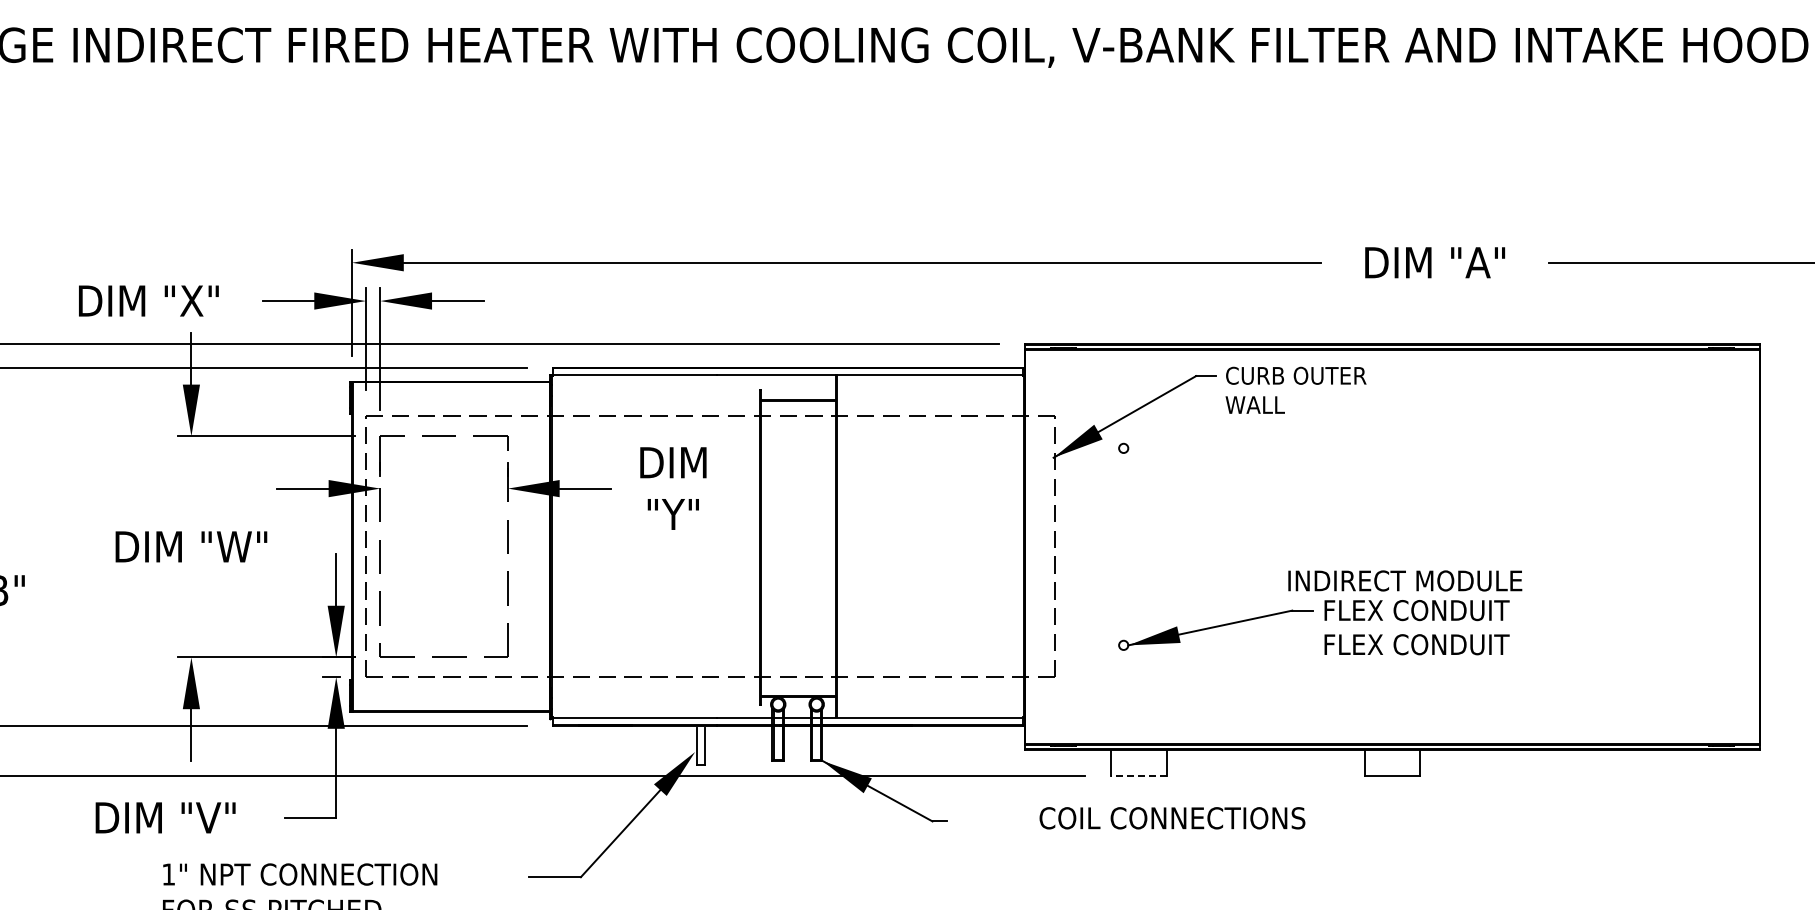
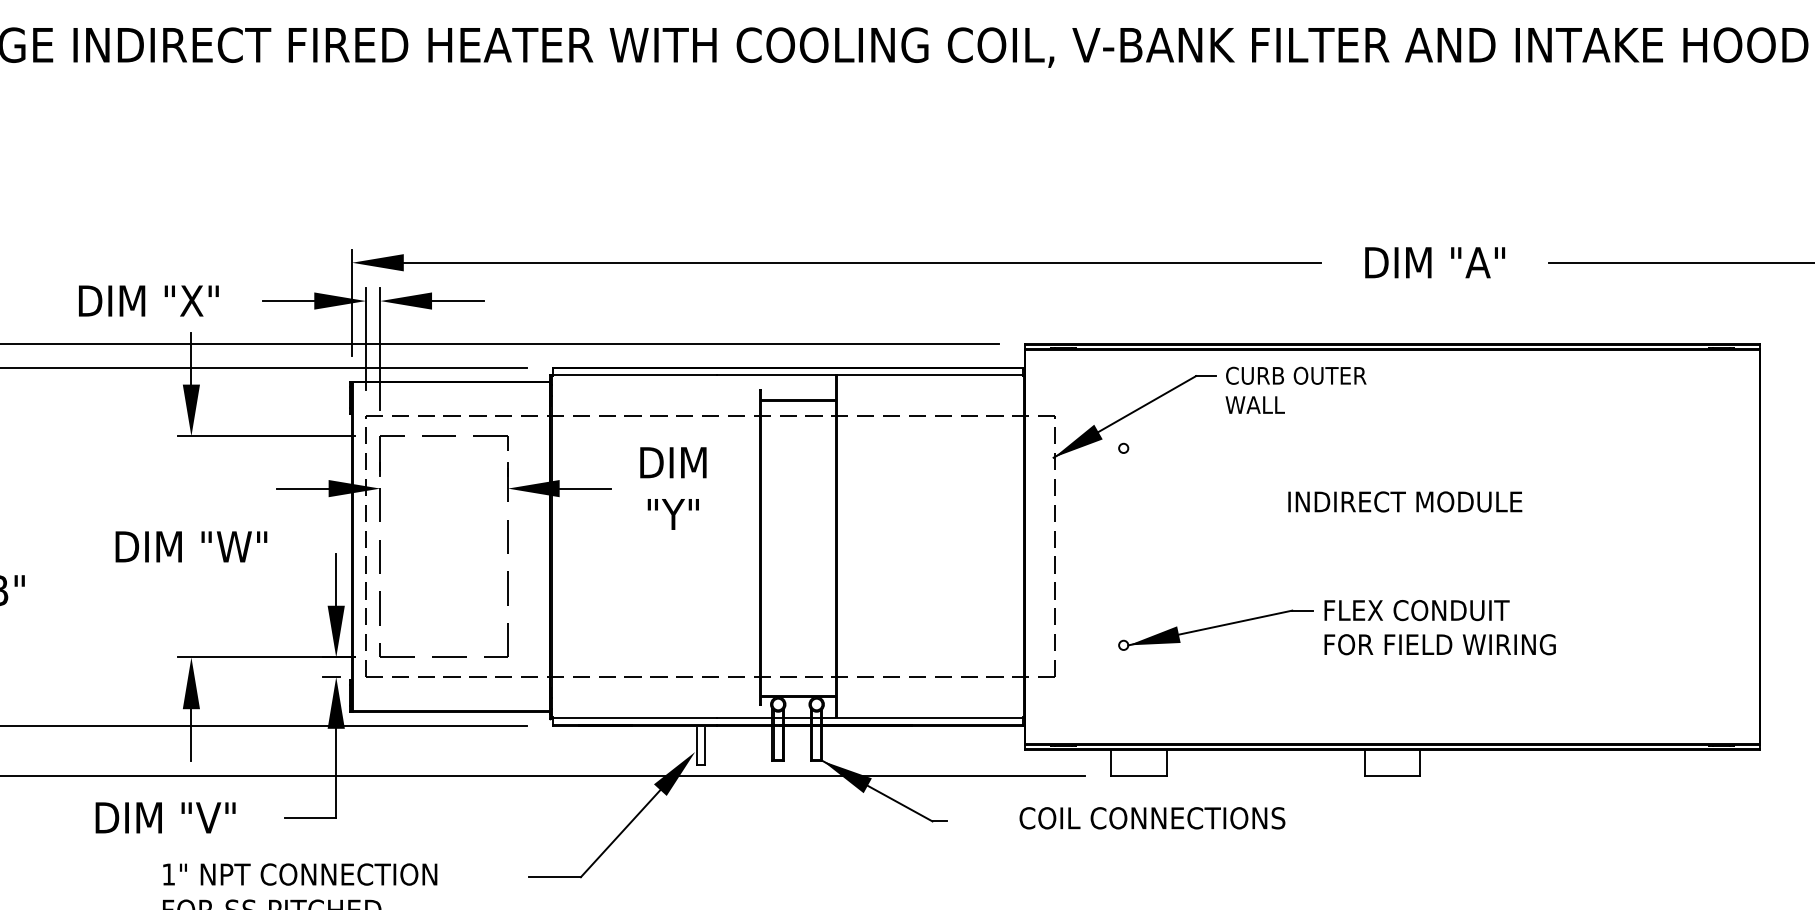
text at (1405, 580) position: (1405, 580) -> (1405, 501)
text at (1446, 644): FLEX CONDUIT -> FOR FIELD WIRING
line at (1139, 776): dashed -> solid
text at (1172, 818) position: (1172, 818) -> (1152, 818)
